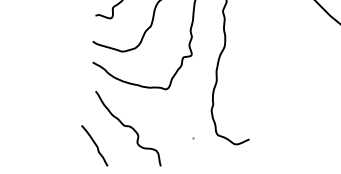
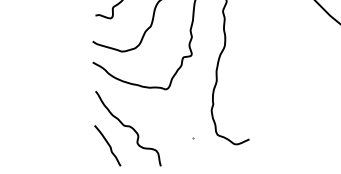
curve at (94, 144) position: (94, 144) -> (107, 144)
